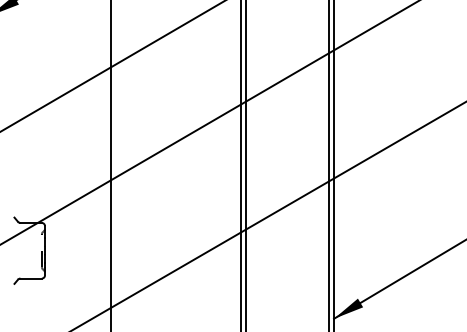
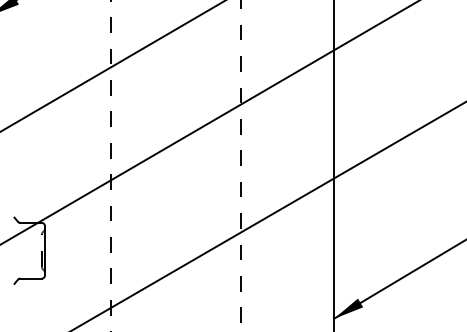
line at (110, 165): solid -> dashed
line at (245, 165): present -> none
line at (328, 165): present -> none
line at (240, 166): solid -> dashed
